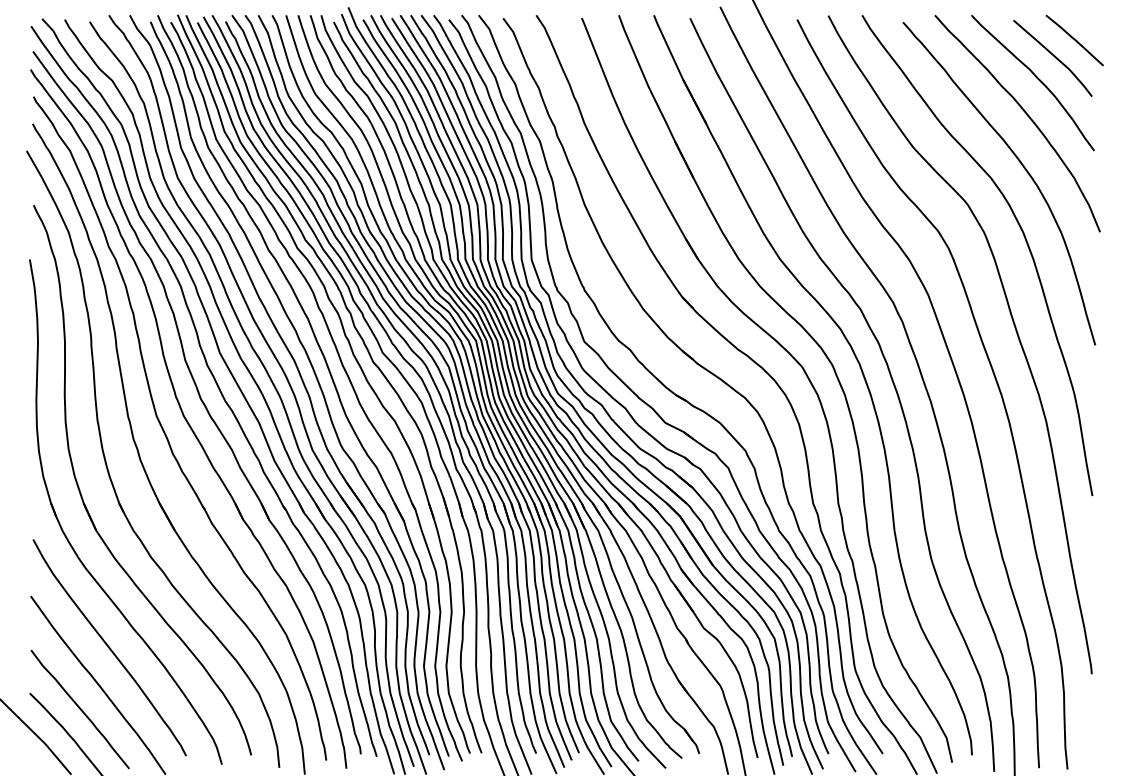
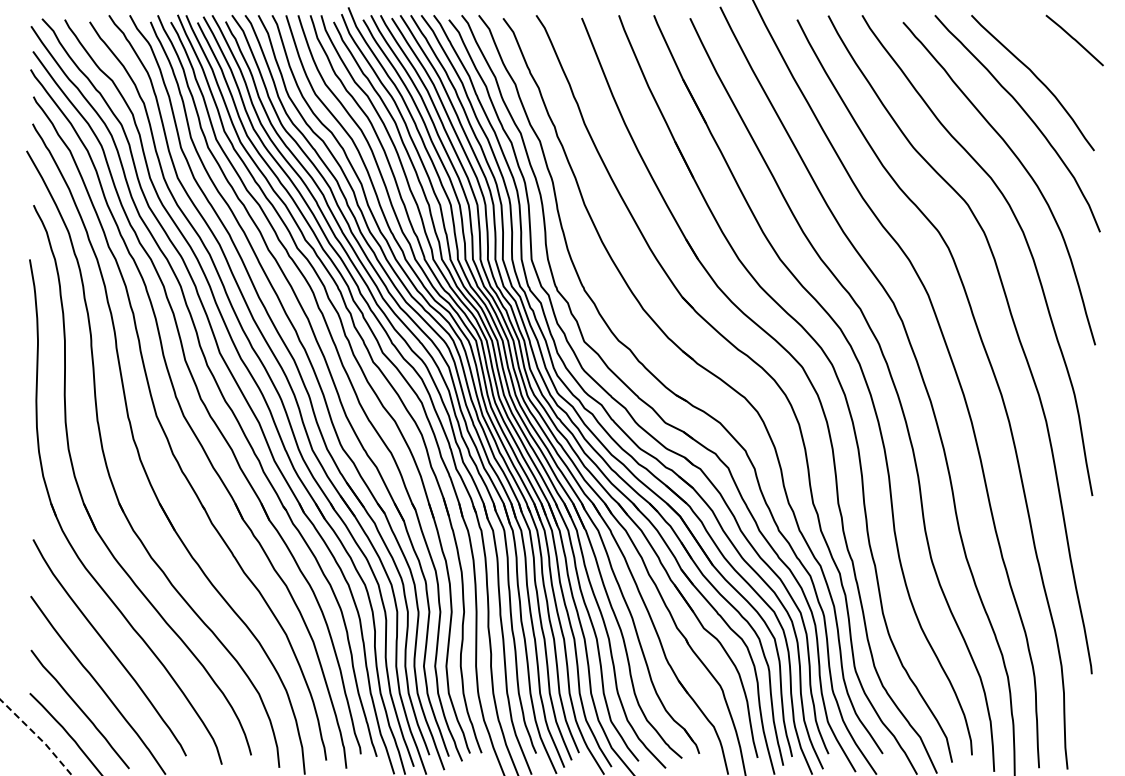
line at (1053, 56): present -> none
line at (37, 736): solid -> dashed
